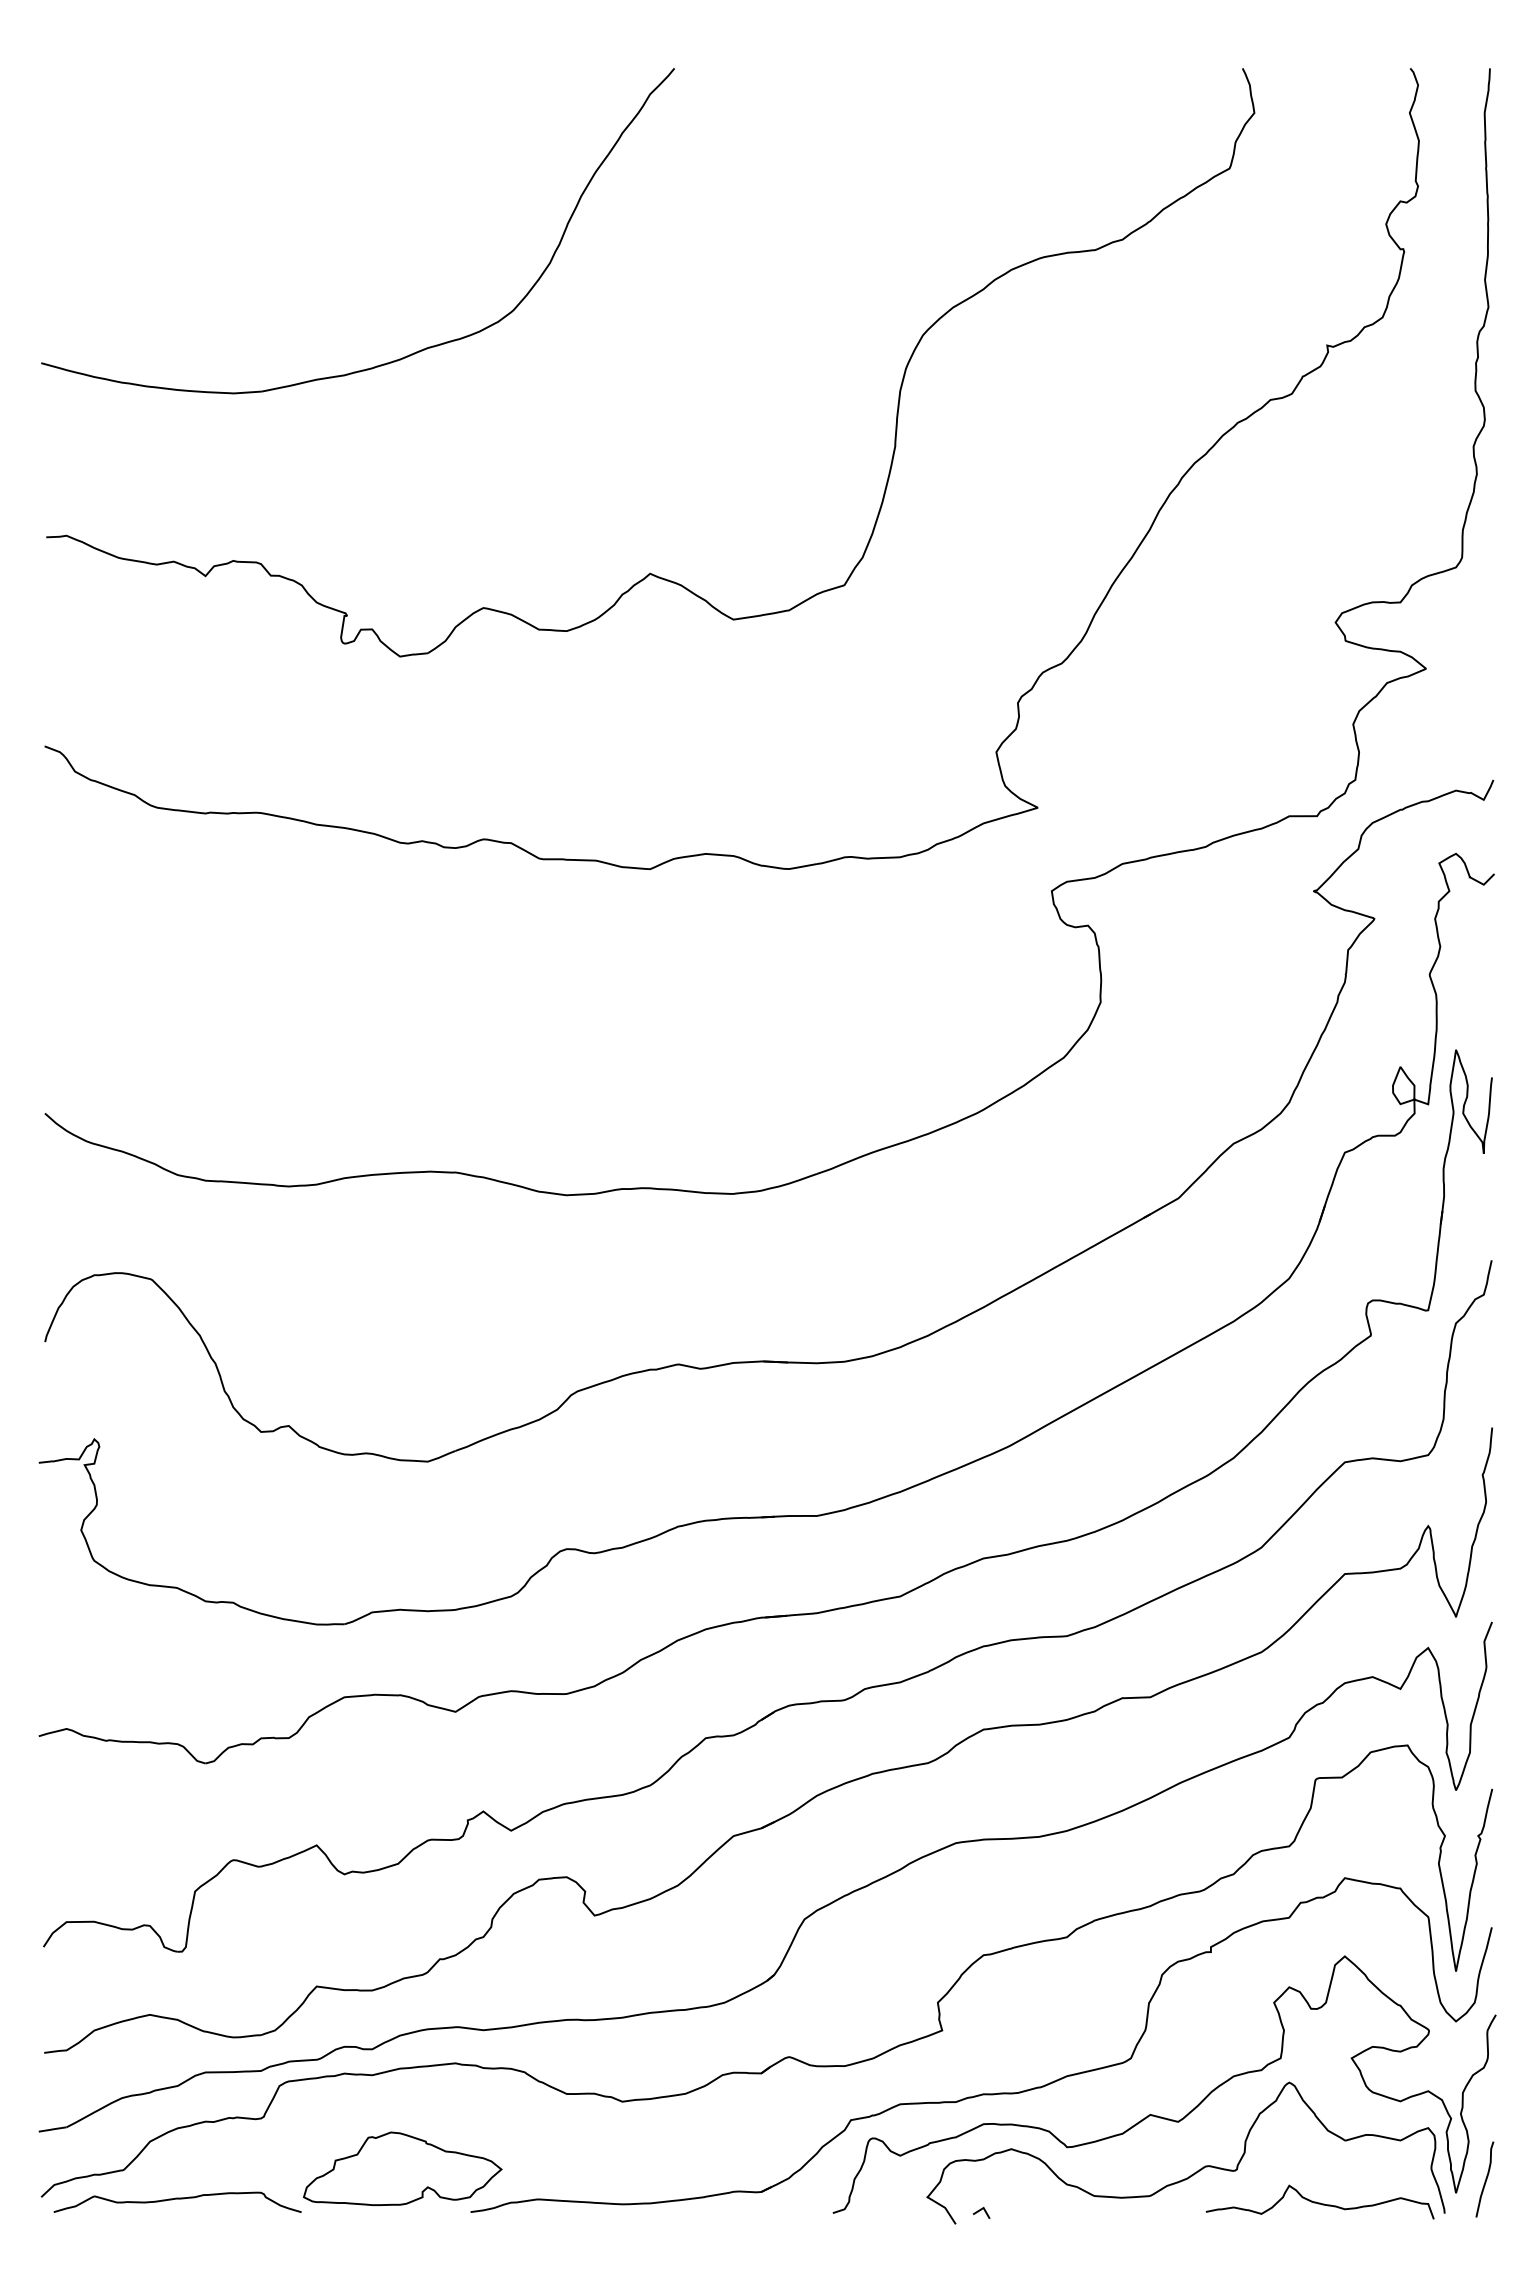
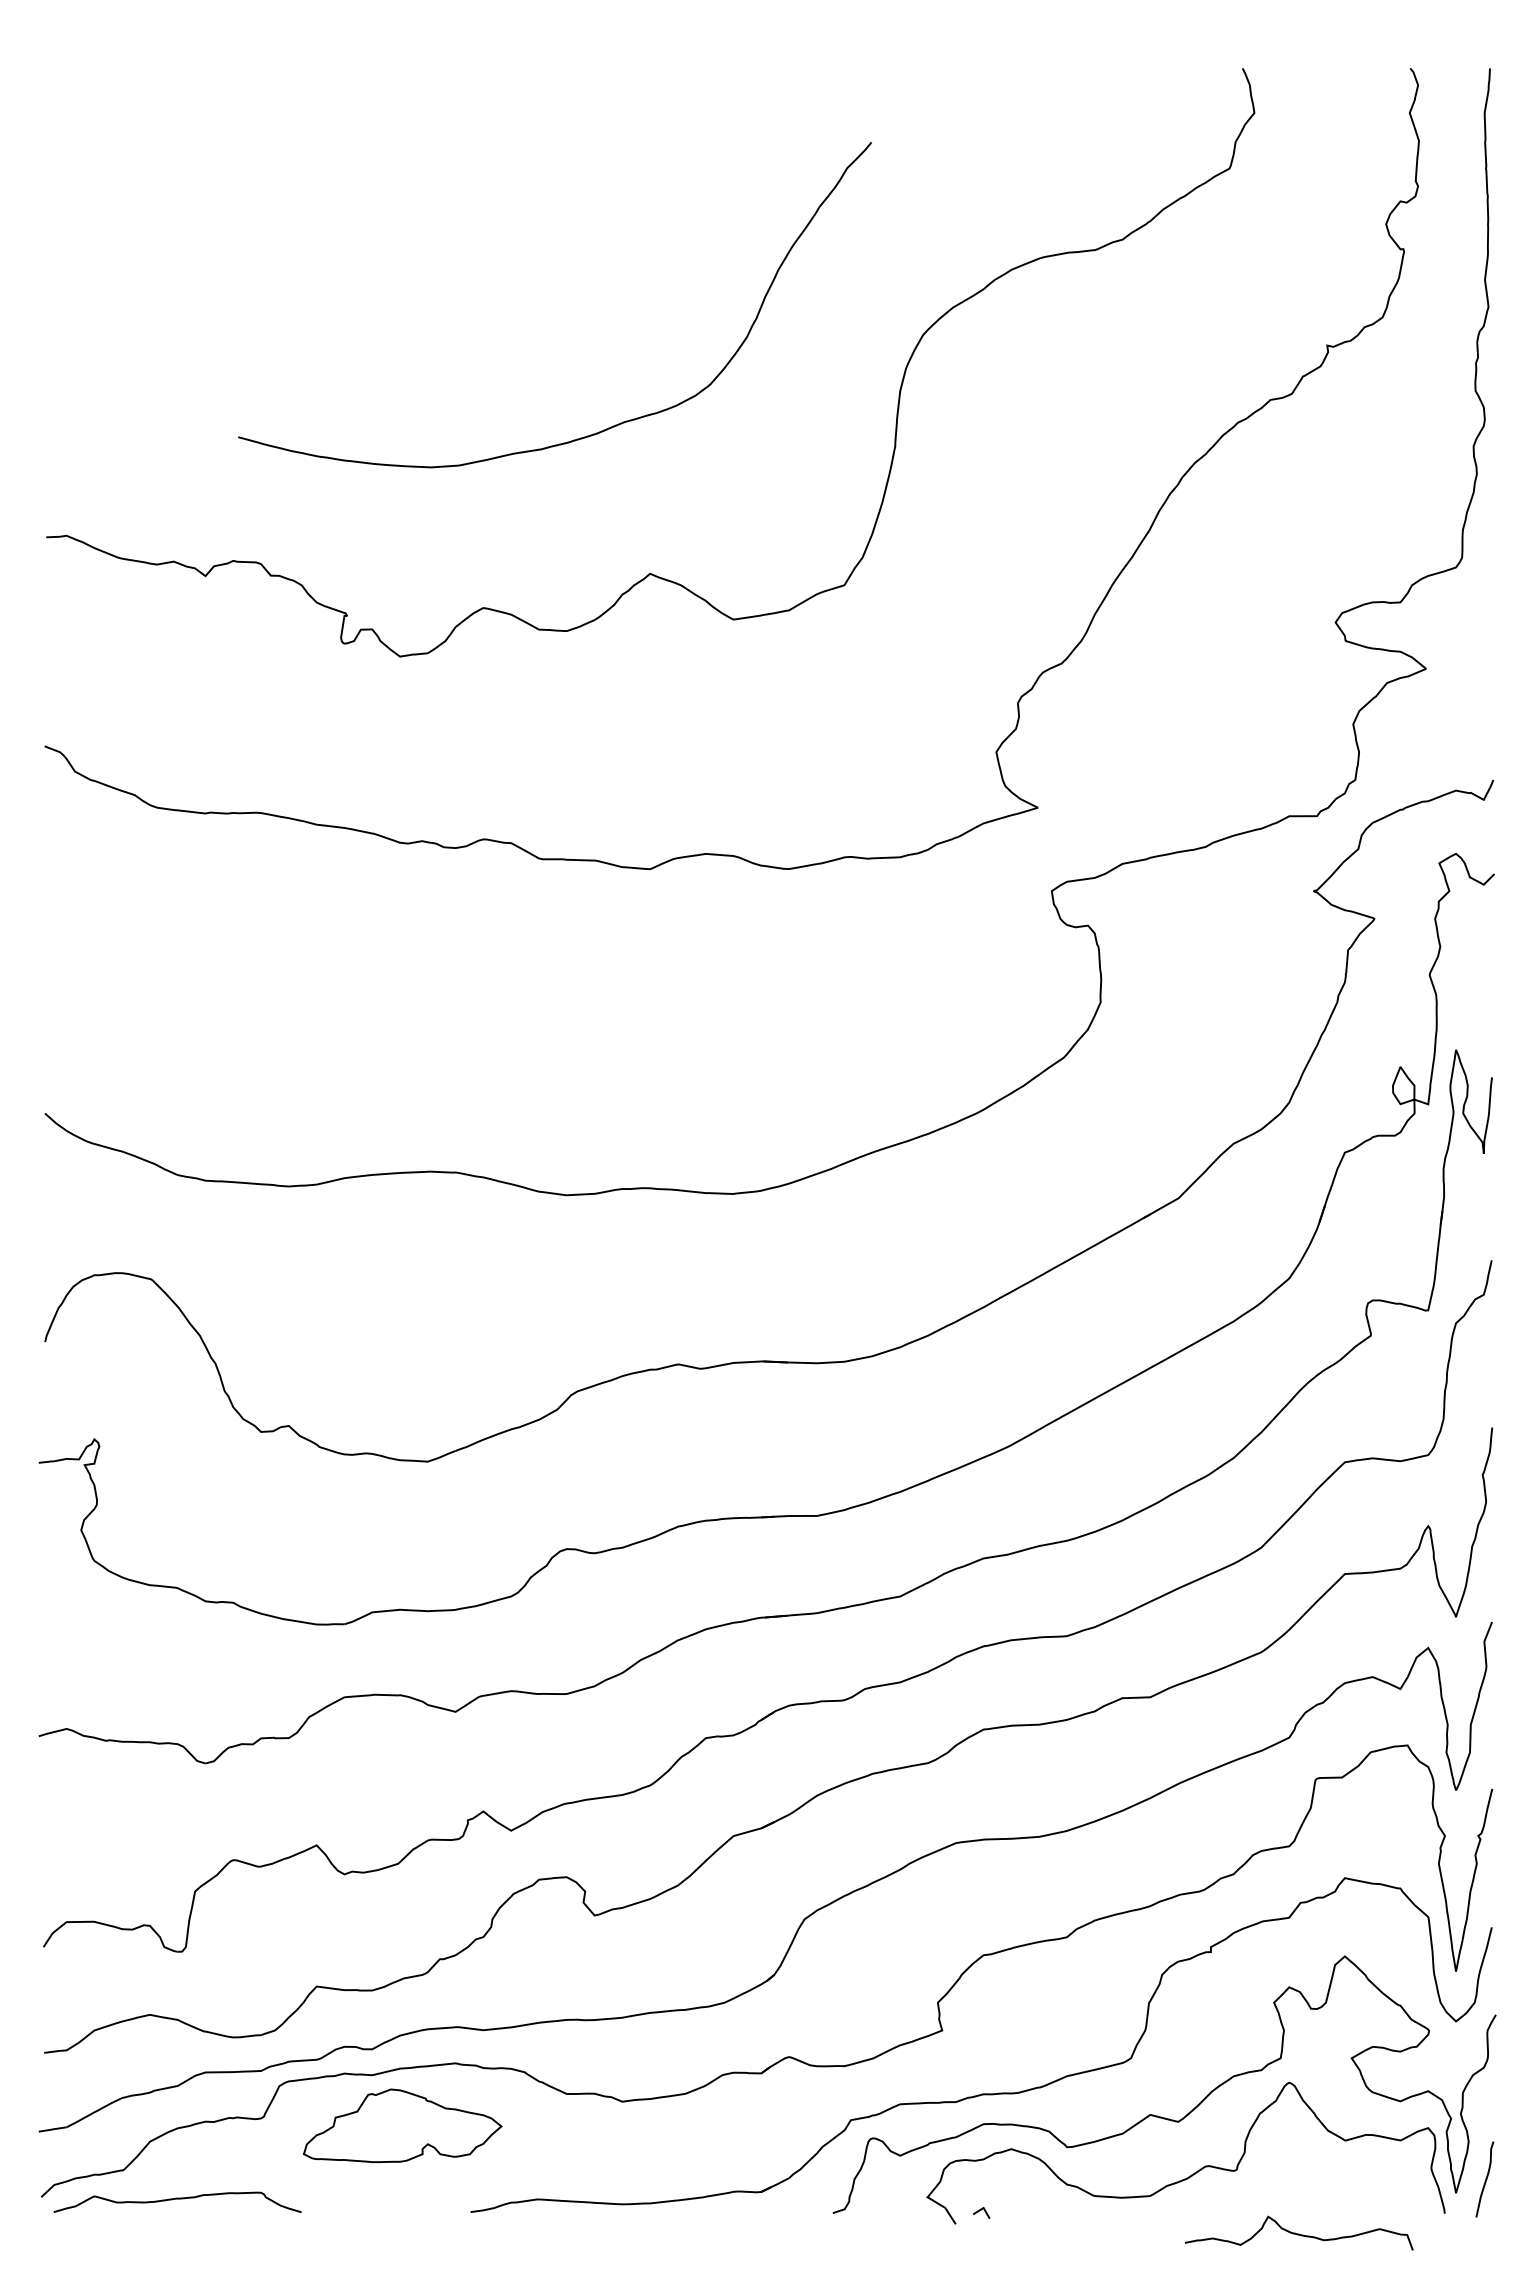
part at (413, 352) position: (413, 352) -> (610, 426)
part at (402, 2168) position: (402, 2168) -> (402, 2125)
curve at (1319, 2202) position: (1319, 2202) -> (1298, 2233)
